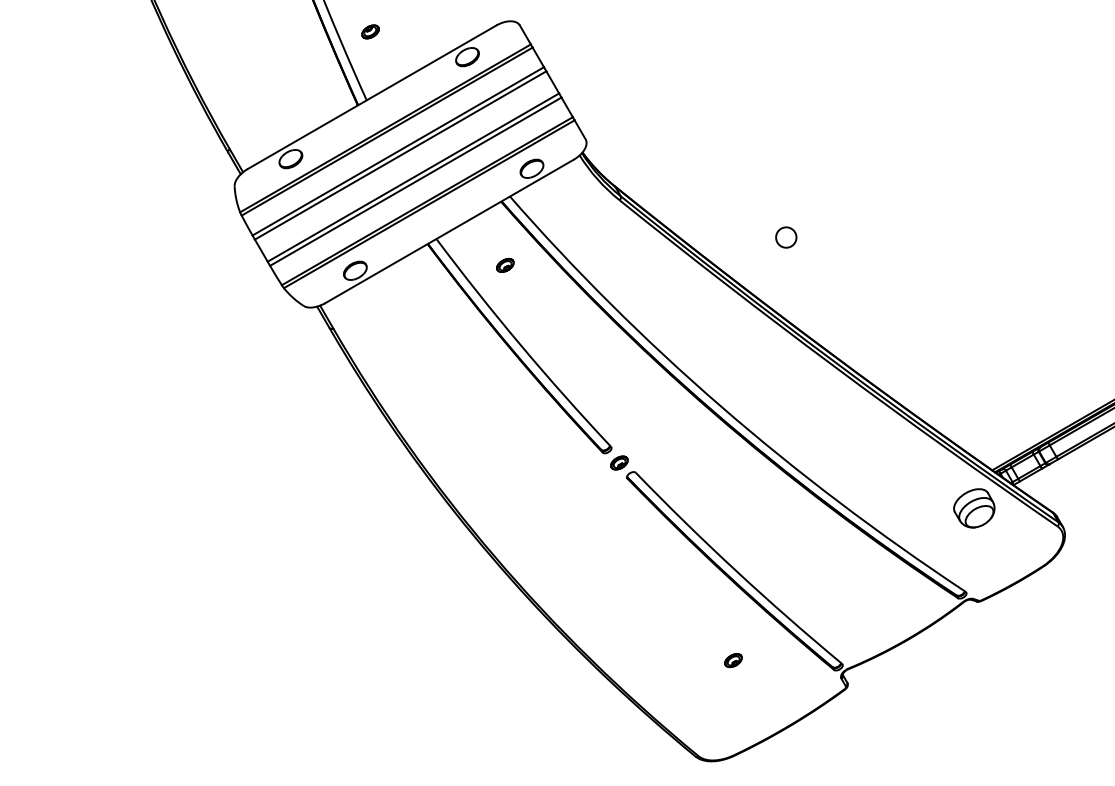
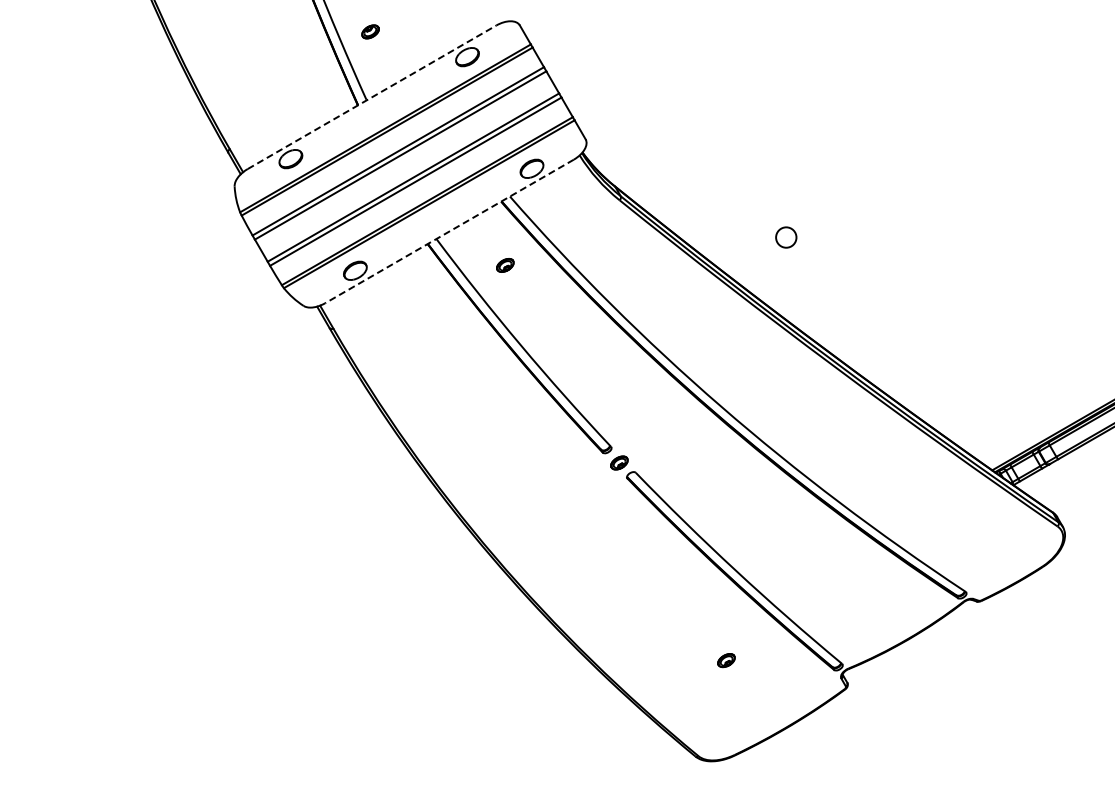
line at (372, 97): solid -> dashed
line at (449, 231): solid -> dashed
part at (974, 508): present -> none
part at (733, 660) position: (733, 660) -> (726, 660)
